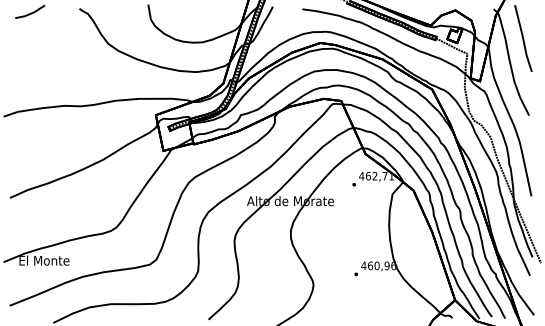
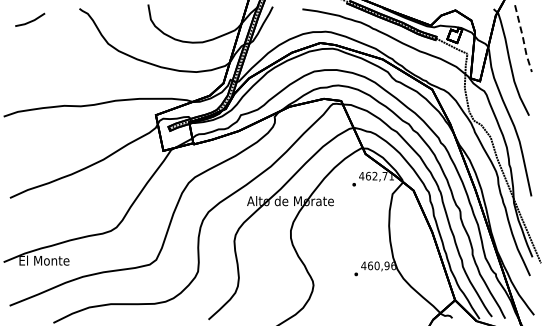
line at (30, 12) position: (30, 12) -> (30, 20)
line at (523, 38): solid -> dashed
